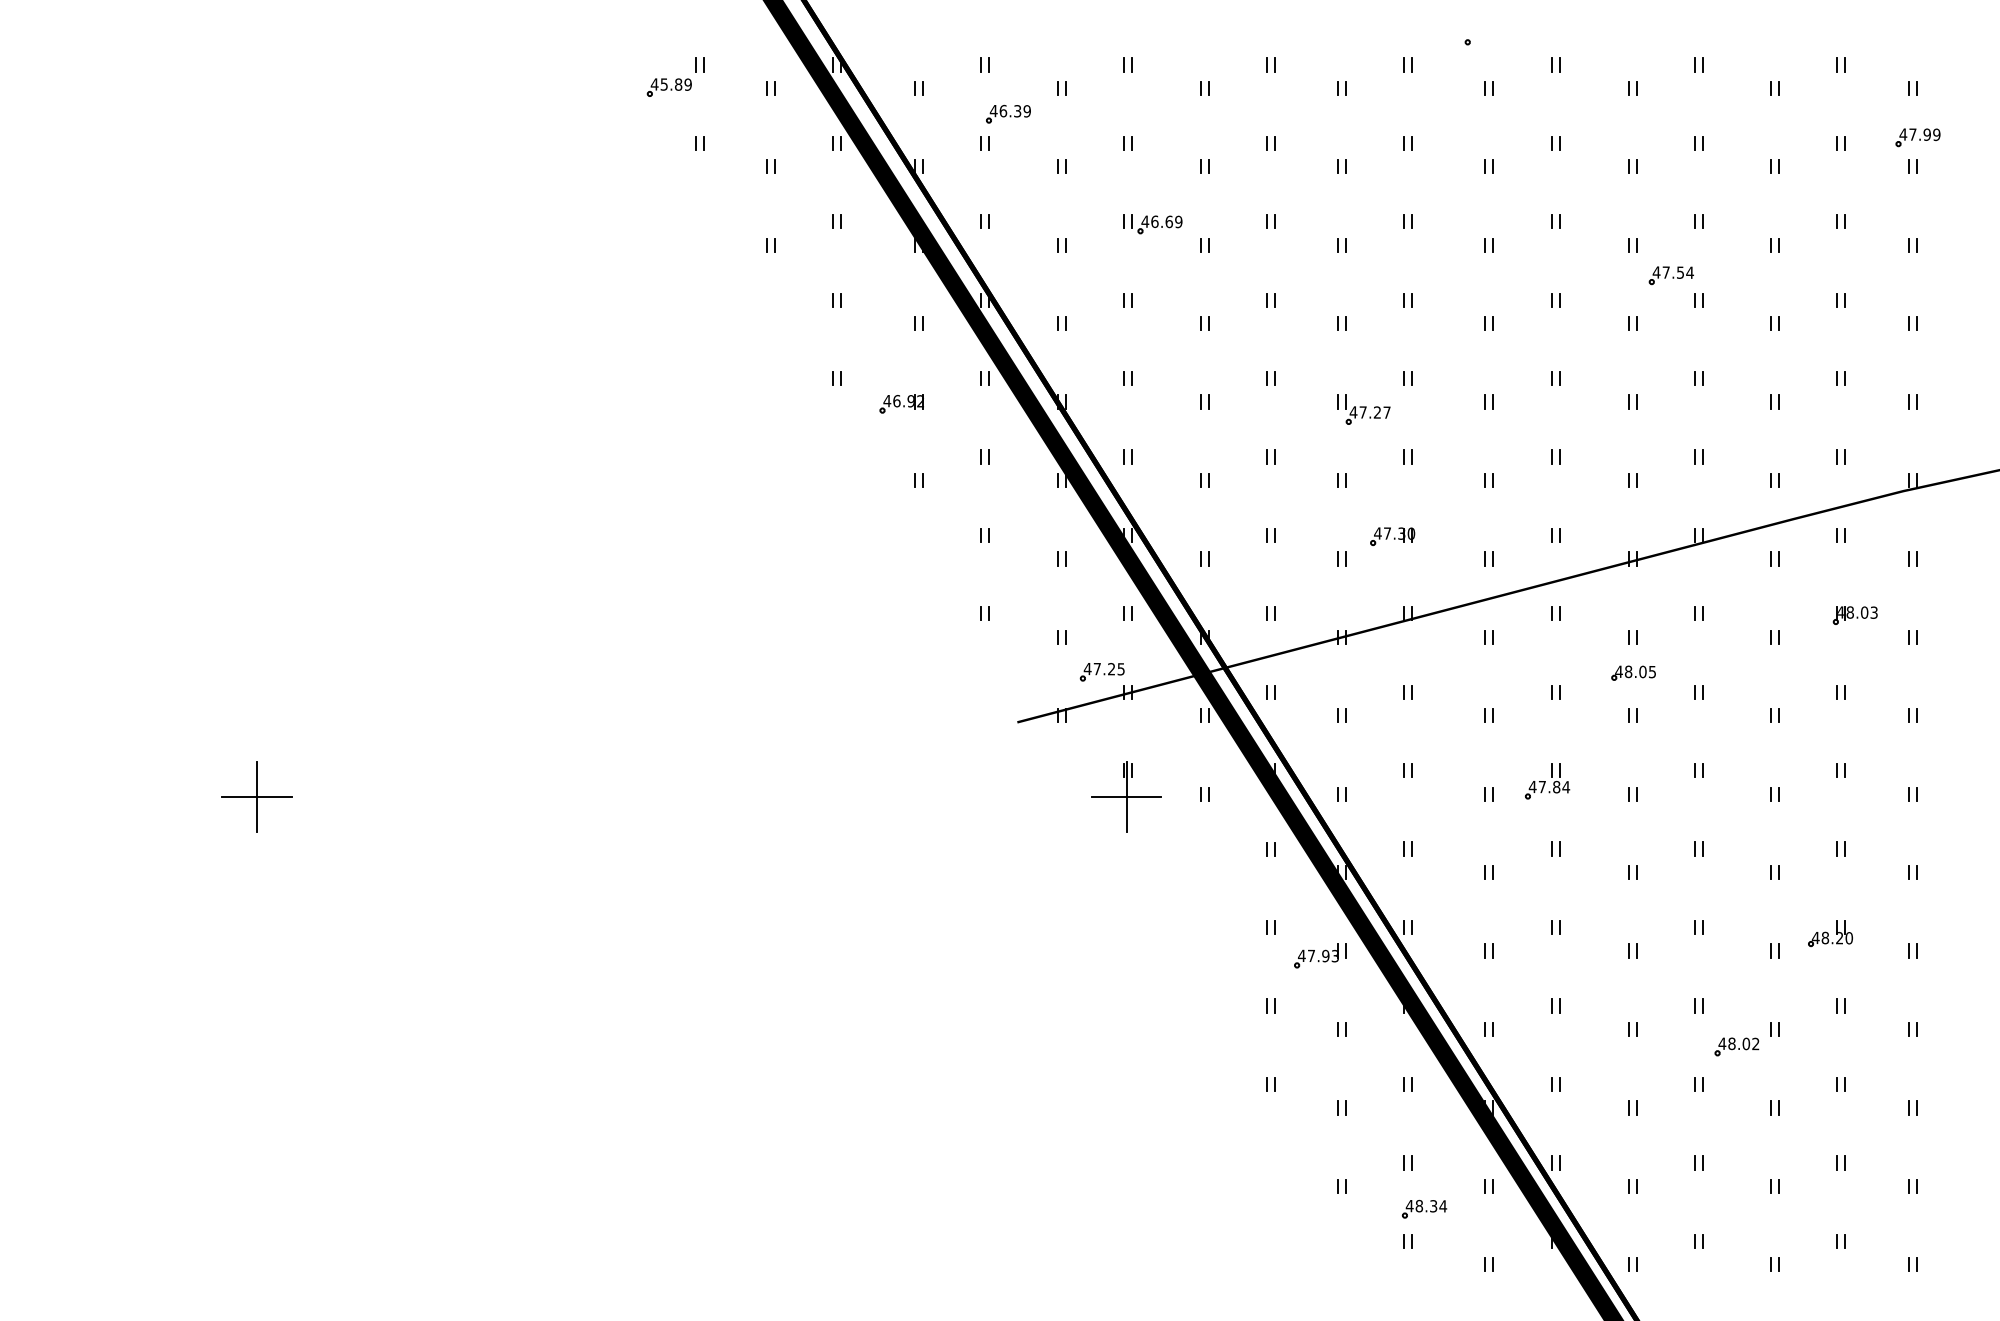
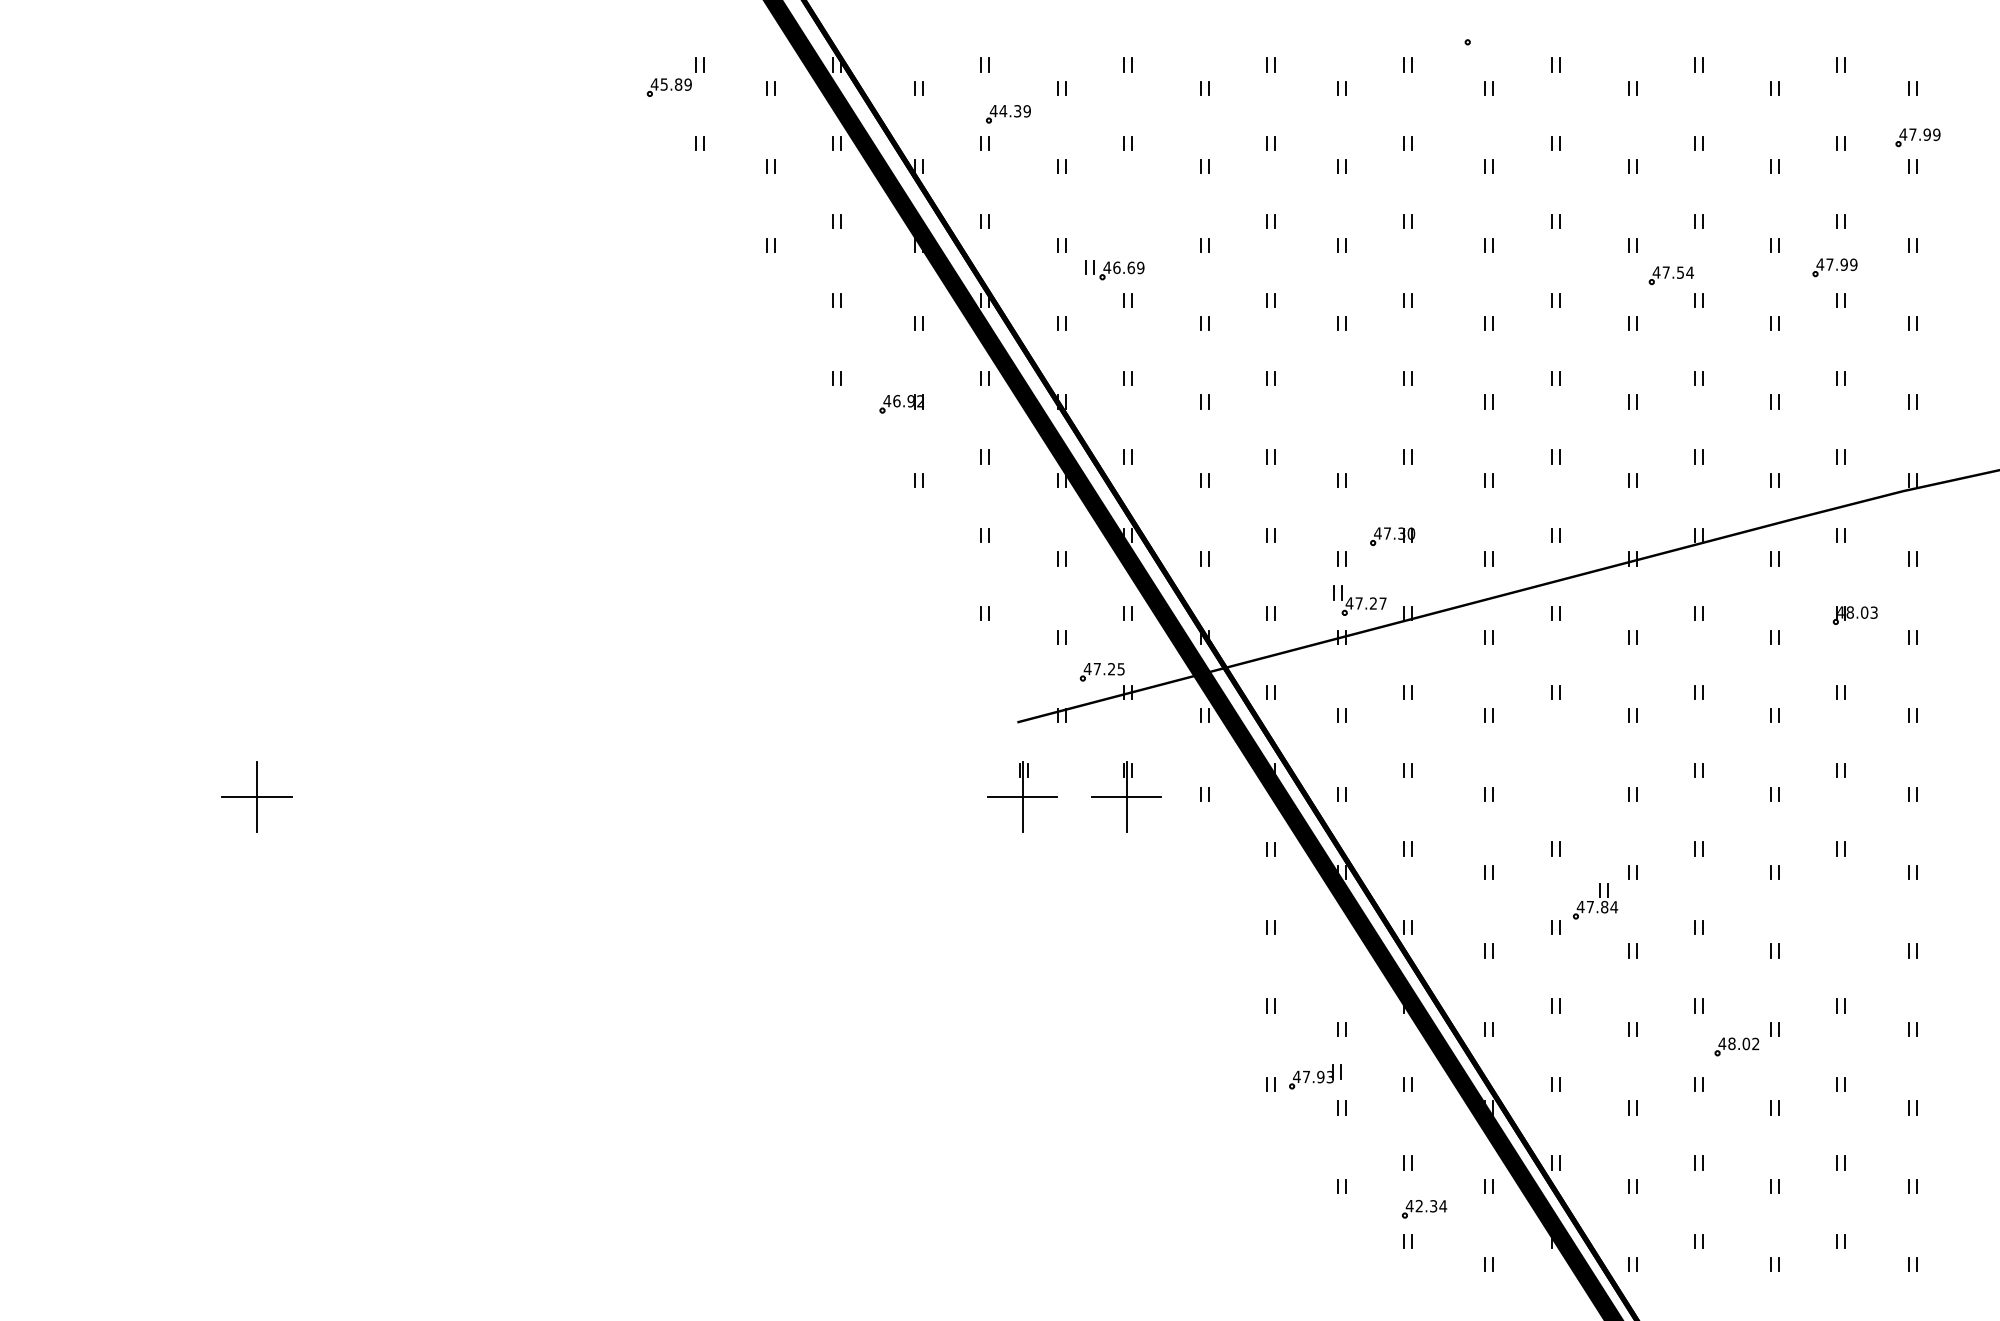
text at (1003, 110): 46.39 -> 44.39
part at (1152, 224) position: (1152, 224) -> (1114, 270)
part at (1834, 267): none -> present
part at (1363, 409) position: (1363, 409) -> (1359, 600)
part at (1633, 672): present -> none
part at (1547, 781) position: (1547, 781) -> (1595, 901)
part at (1022, 796): none -> present
part at (1830, 933): present -> none
part at (1320, 955) position: (1320, 955) -> (1315, 1076)
text at (1418, 1206): 48.34 -> 42.34
